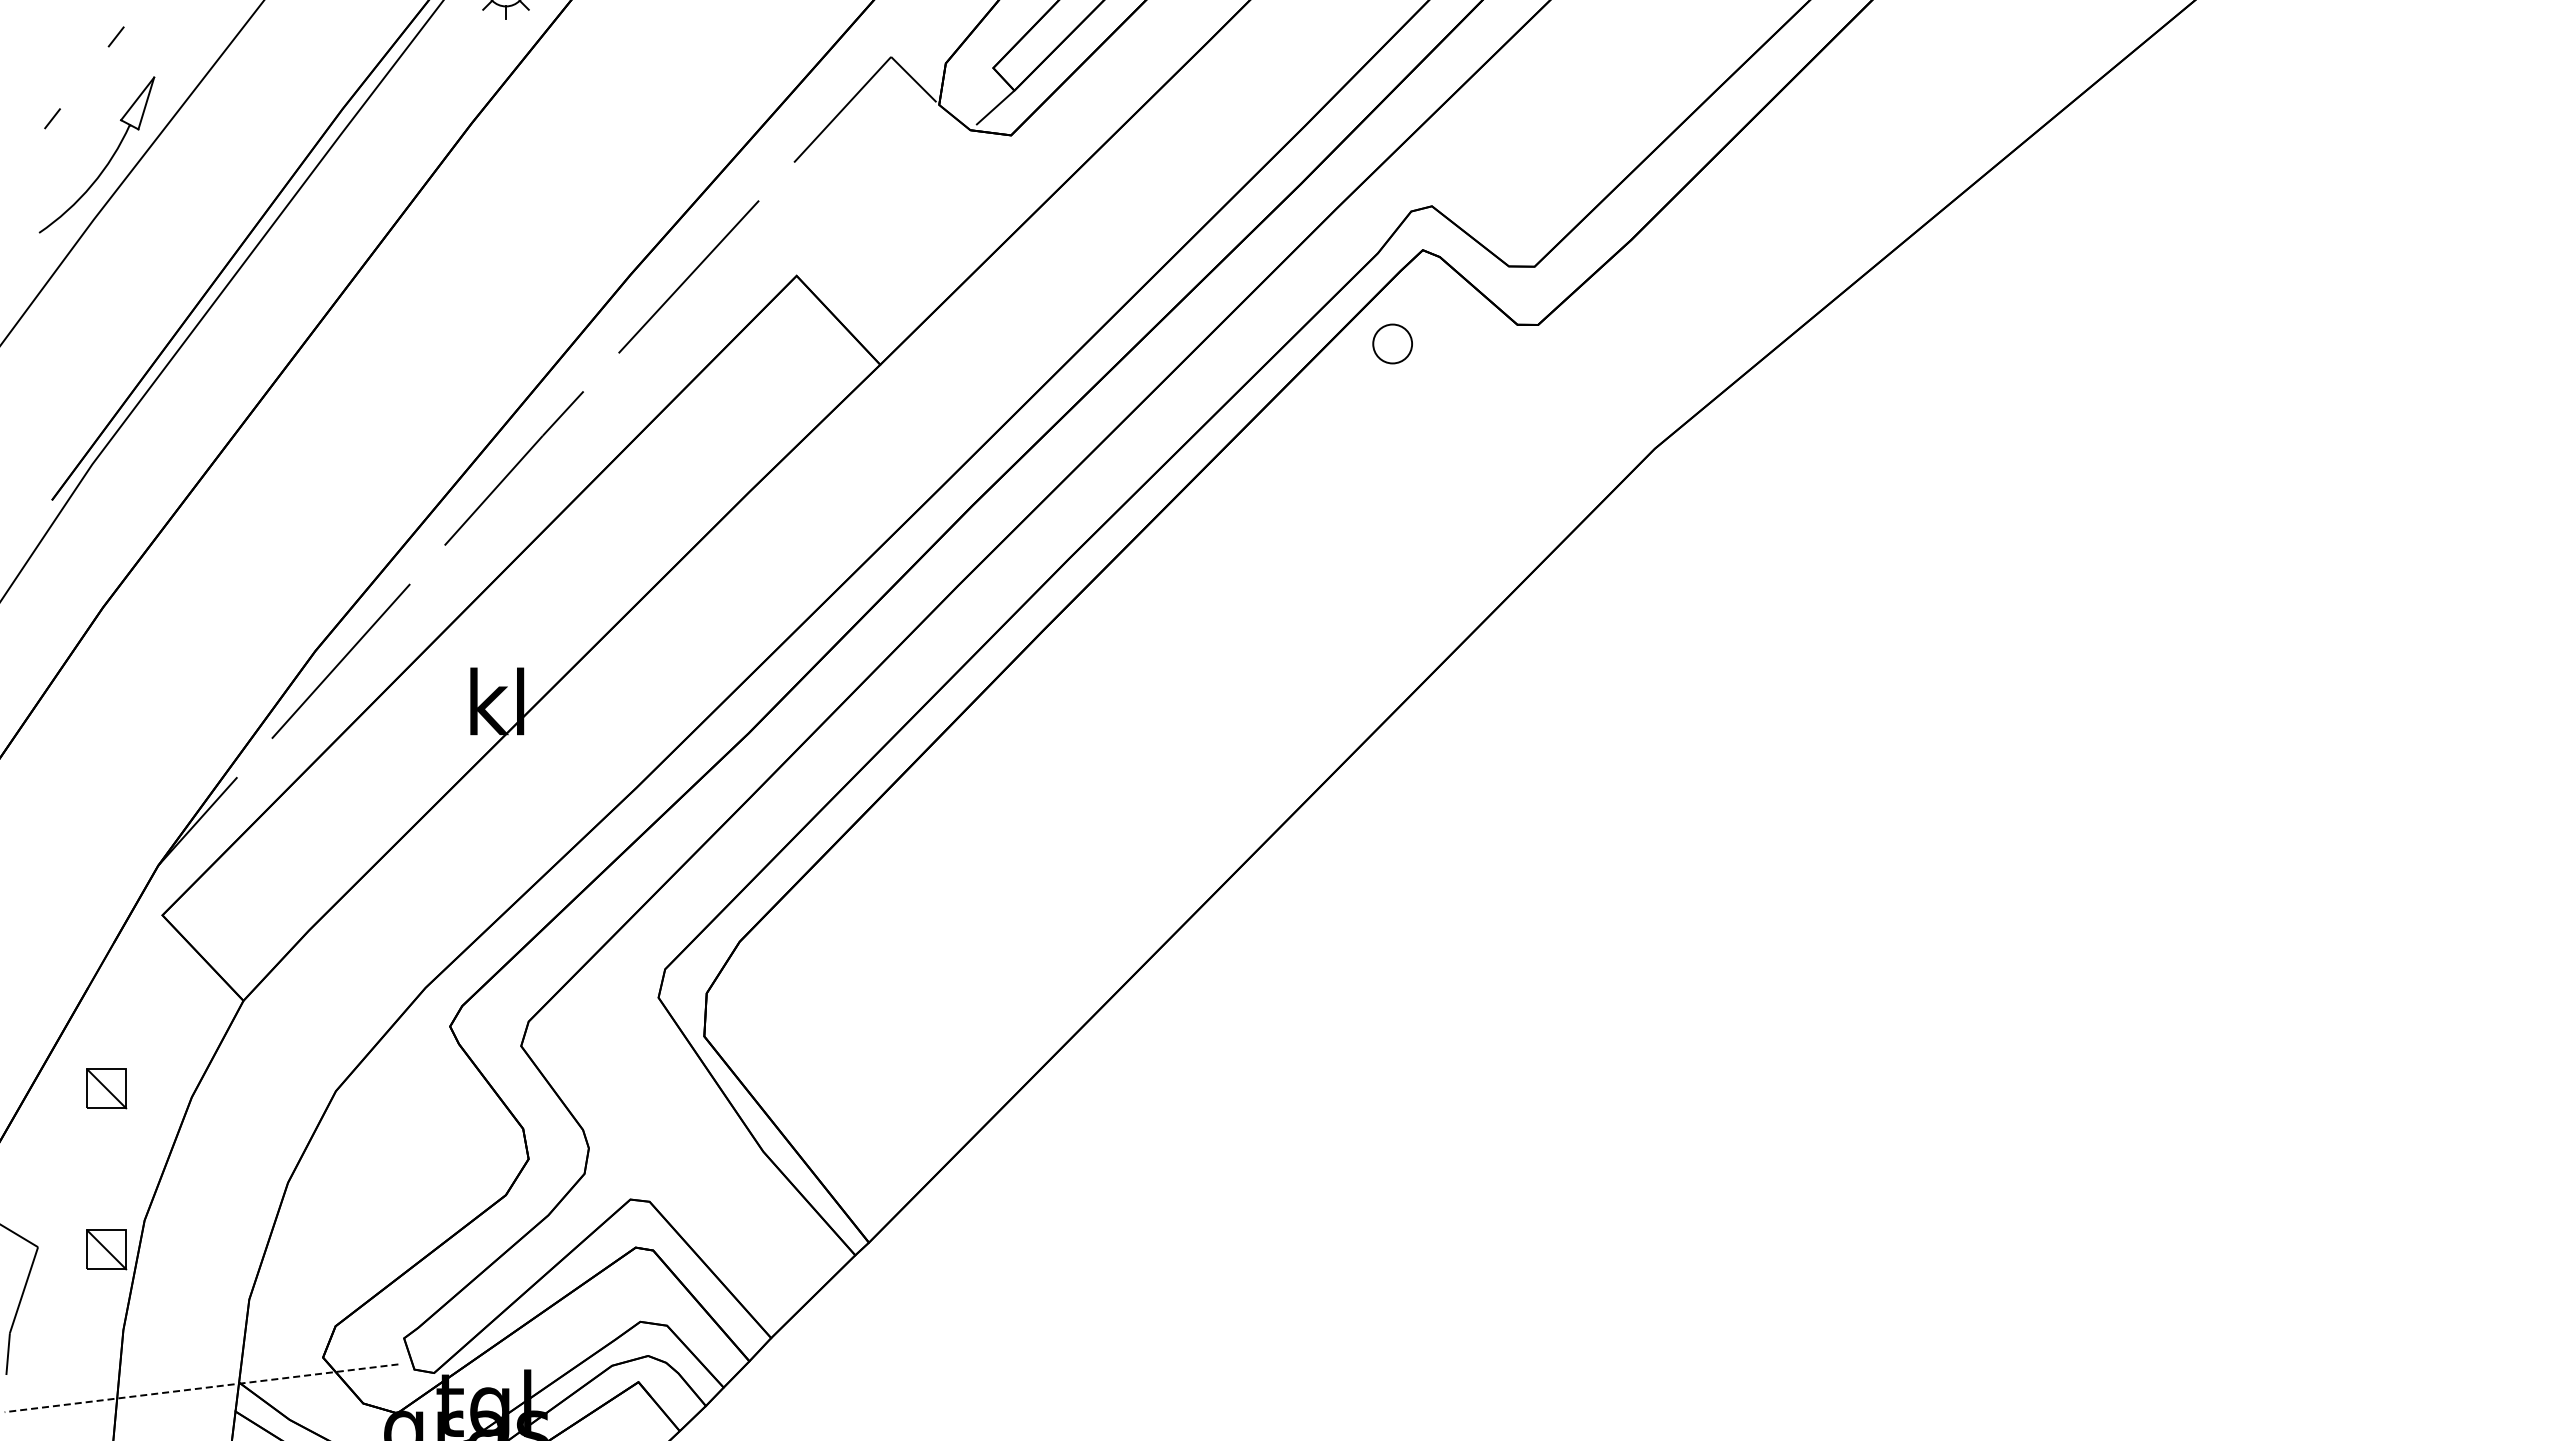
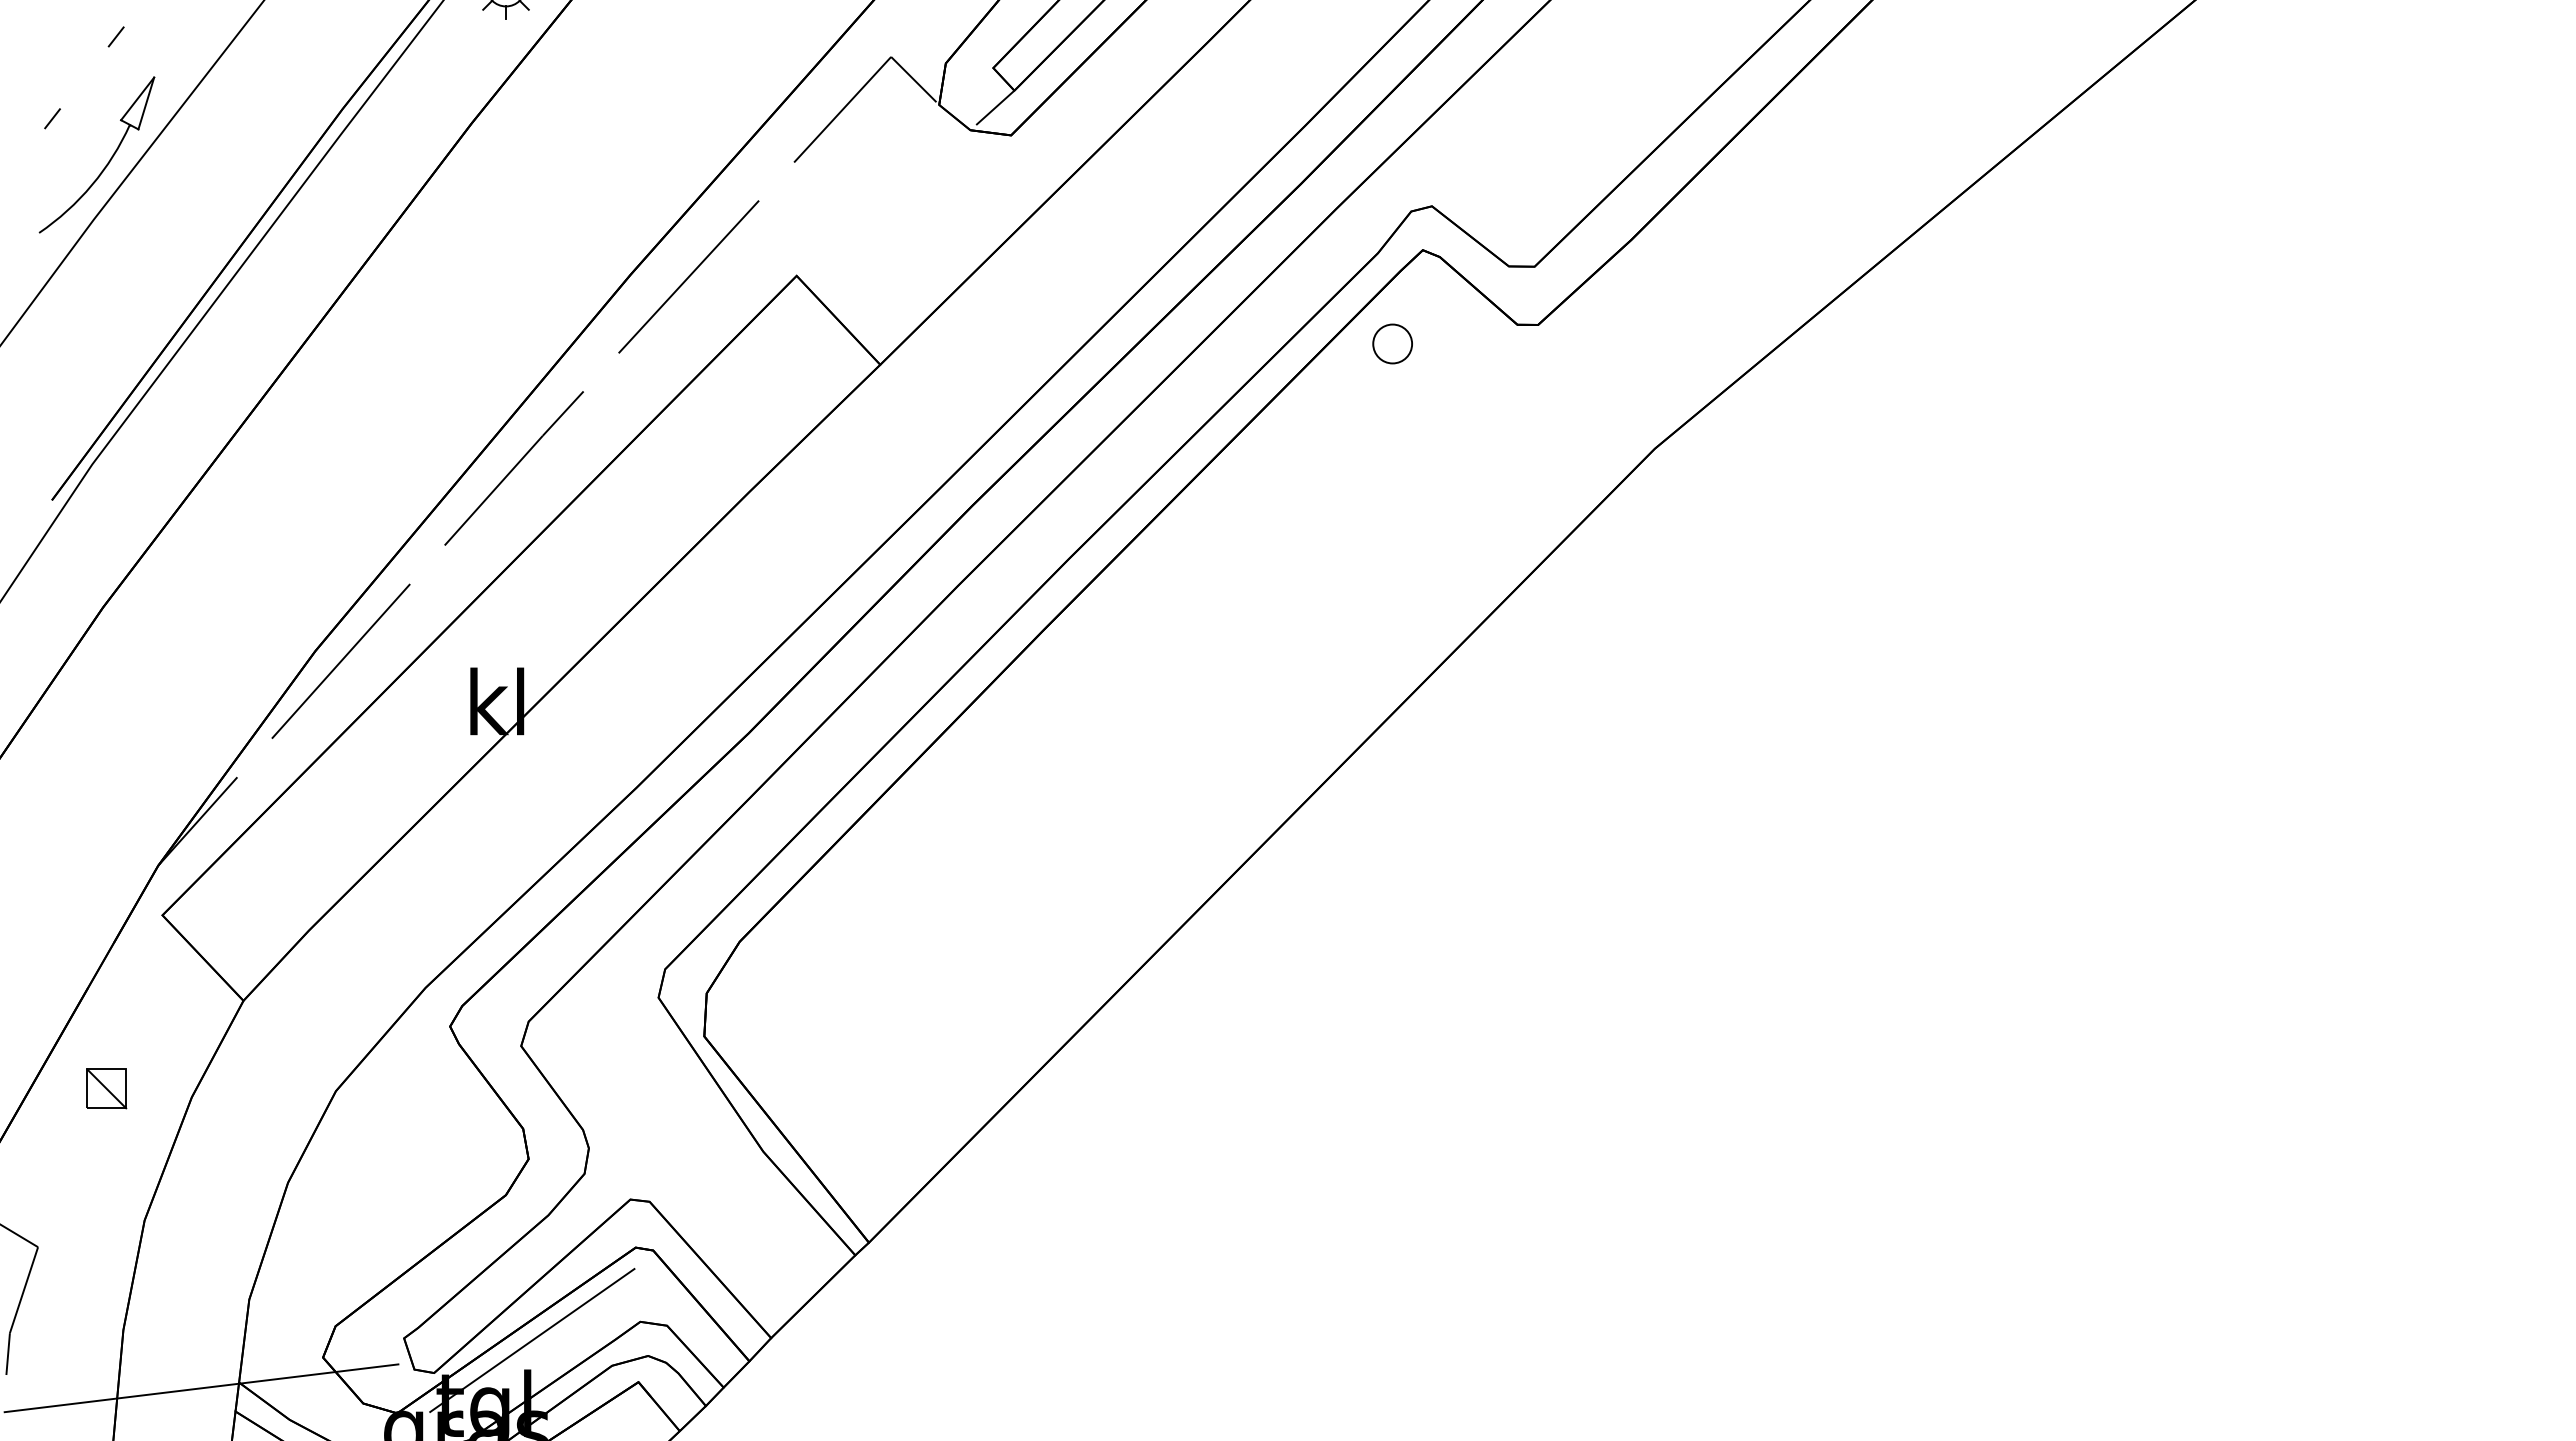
part at (106, 1249): present -> none
line at (532, 1340): none -> present
line at (201, 1388): dashed -> solid
